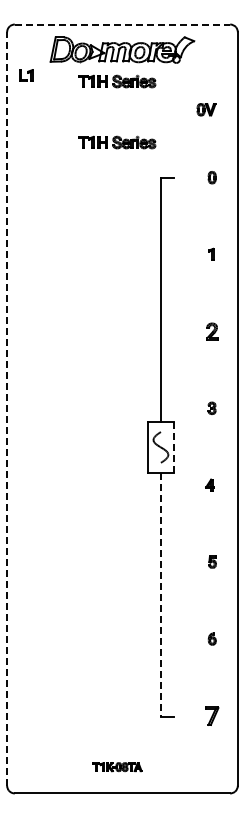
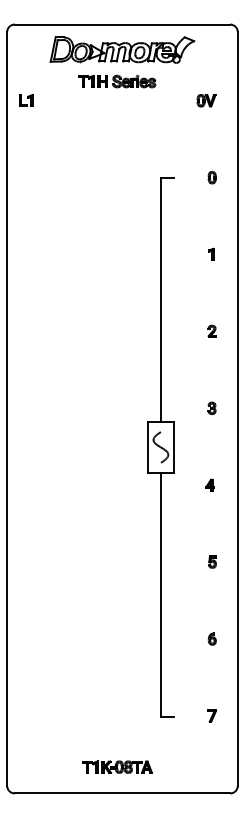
line at (122, 24): dashed -> solid
part at (26, 75) position: (26, 75) -> (26, 100)
part at (206, 109) position: (206, 109) -> (206, 100)
part at (117, 142): present -> none
part at (212, 331) size: 13x19 px -> 10x14 px
line at (7, 408): dashed -> solid
line at (173, 447): dashed -> solid
line at (160, 594): dashed -> solid
part at (212, 715) size: 15x20 px -> 10x14 px
part at (117, 767) size: 51x11 px -> 71x14 px
